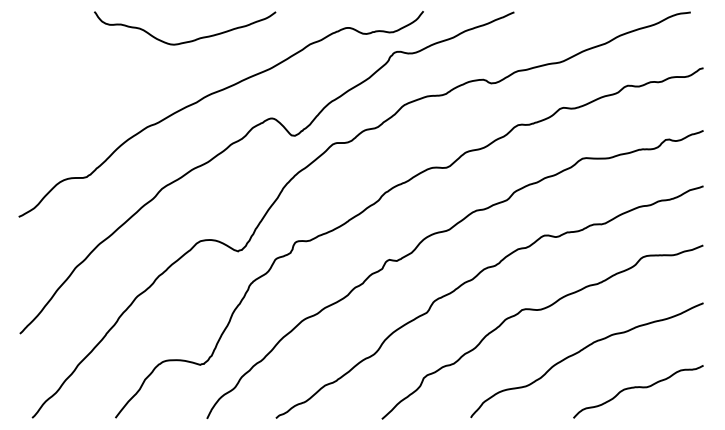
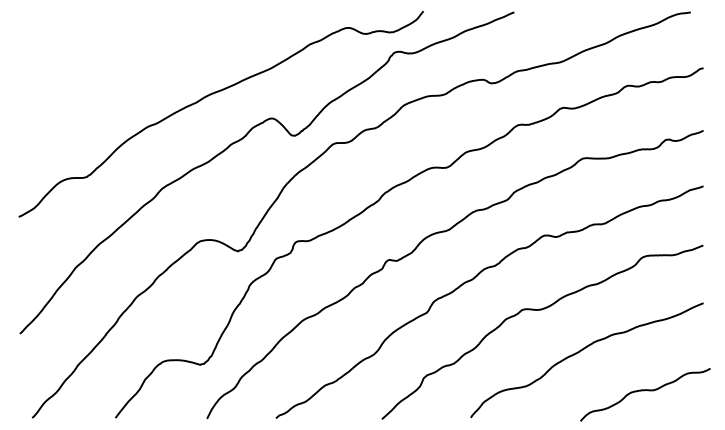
curve at (189, 40): present -> none
curve at (637, 388) position: (637, 388) -> (644, 391)
